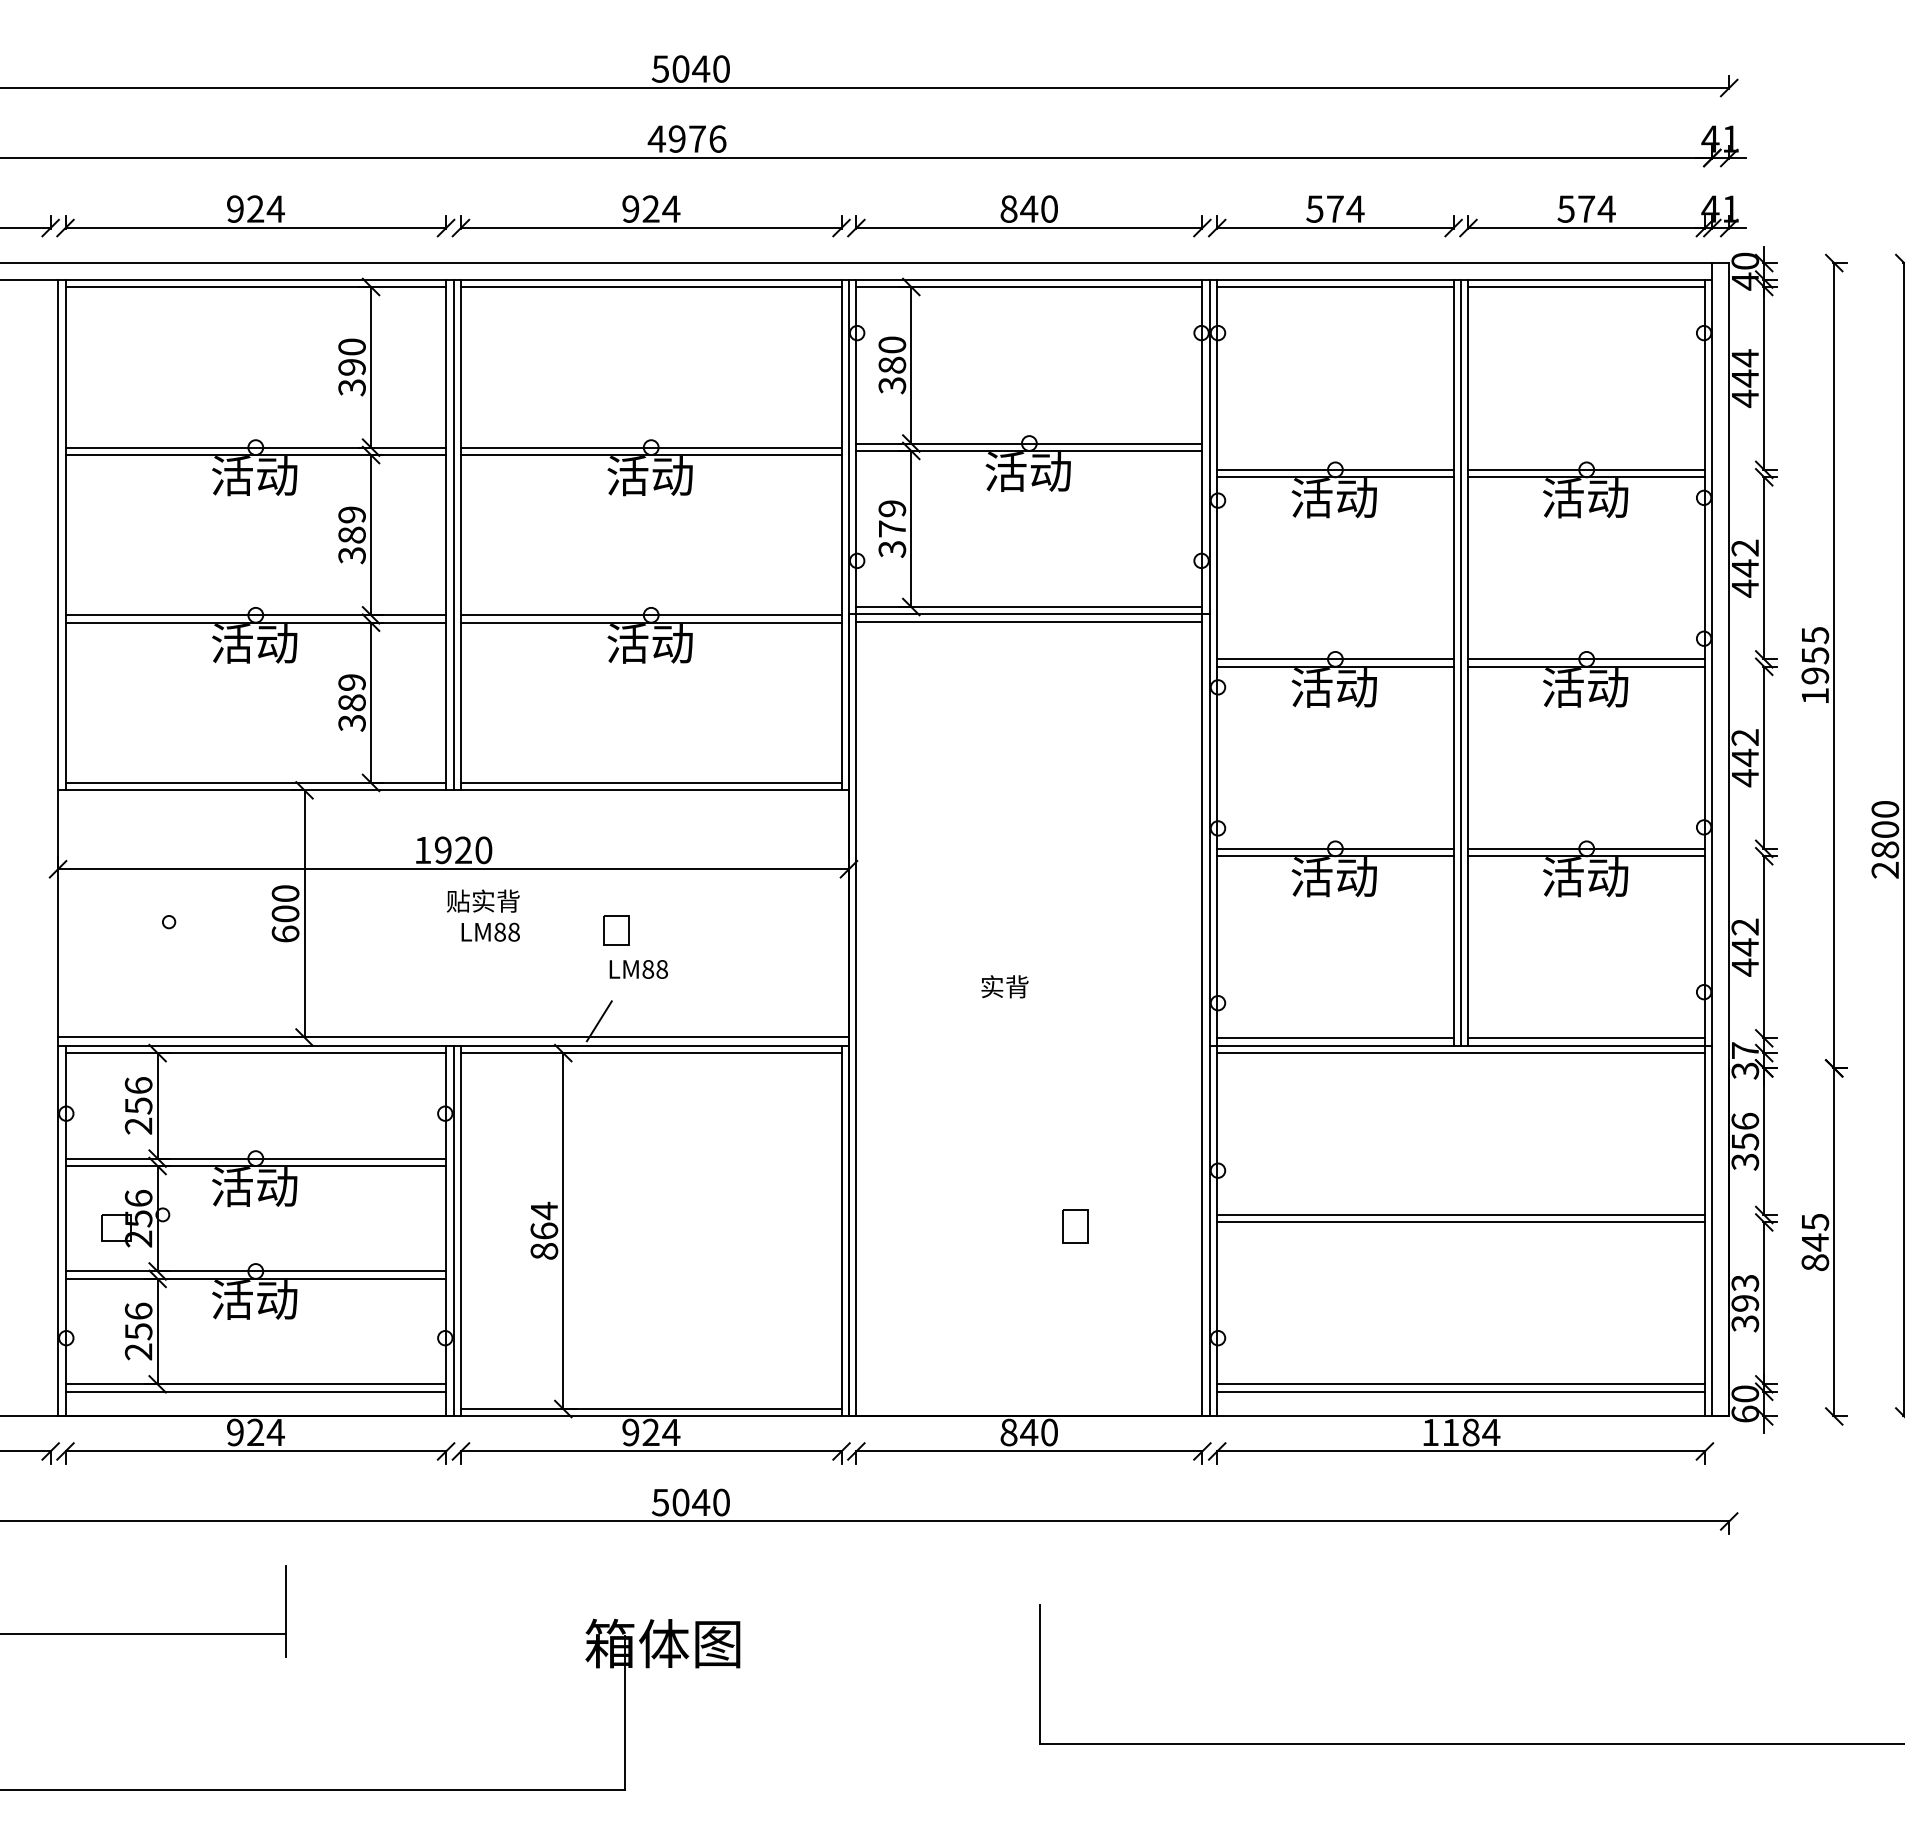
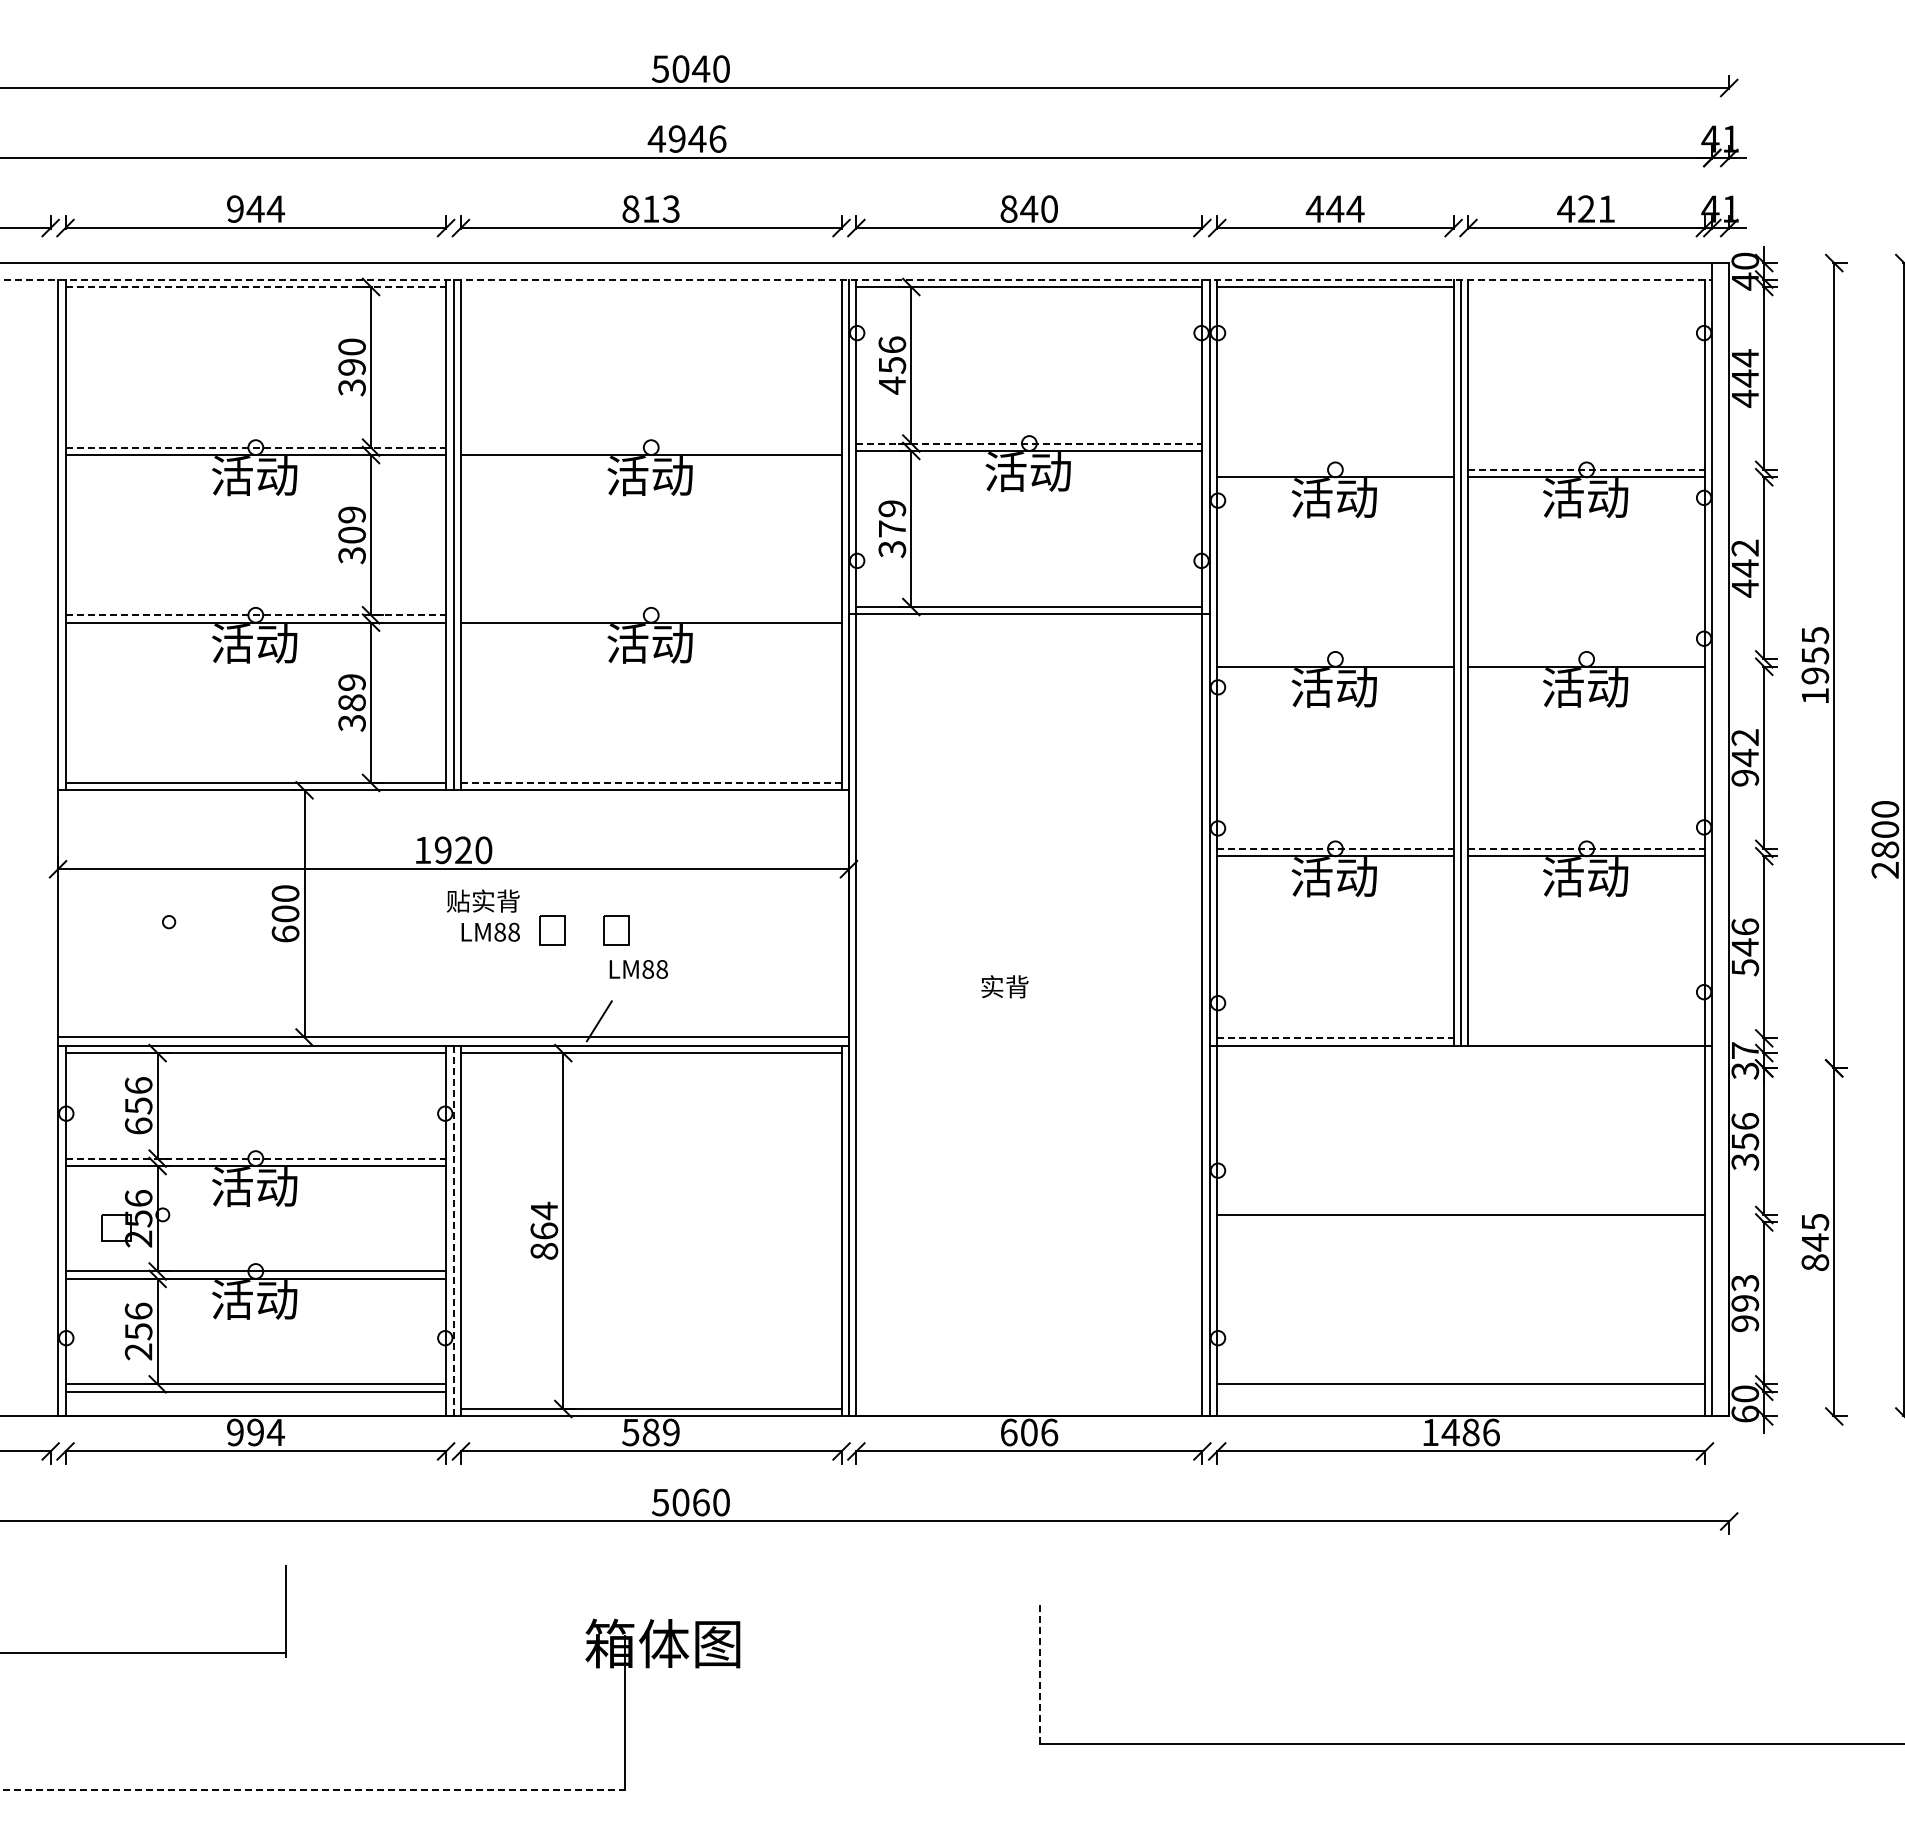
text at (697, 138): 4976 -> 4946
text at (255, 208): 924 -> 944
text at (651, 208): 924 -> 813
text at (1324, 208): 574 -> 444
text at (1586, 208): 574 -> 421
line at (856, 279): solid -> dashed
line at (256, 286): solid -> dashed
line at (650, 286): present -> none
line at (1586, 286): present -> none
text at (892, 365): 380 -> 456
line at (1029, 443): solid -> dashed
line at (256, 447): solid -> dashed
line at (650, 447): present -> none
line at (1335, 469): present -> none
line at (1587, 469): solid -> dashed
text at (351, 534): 389 -> 309
line at (256, 615): solid -> dashed
line at (650, 615): present -> none
line at (1029, 621): present -> none
line at (1335, 659): present -> none
line at (1586, 659): present -> none
text at (1745, 778): 442 -> 942
line at (651, 782): solid -> dashed
line at (1335, 848): solid -> dashed
line at (1587, 848): solid -> dashed
part at (552, 930): none -> present
text at (1745, 947): 442 -> 546
line at (1335, 1038): solid -> dashed
line at (1586, 1038): present -> none
line at (1460, 1053): present -> none
text at (138, 1125): 256 -> 656
line at (256, 1158): solid -> dashed
line at (1460, 1222): present -> none
part at (1075, 1226): present -> none
line at (453, 1230): solid -> dashed
text at (1745, 1323): 393 -> 993
line at (1460, 1391): present -> none
text at (255, 1432): 924 -> 994
text at (651, 1432): 924 -> 589
text at (1029, 1432): 840 -> 606
text at (1470, 1432): 1184 -> 1486
text at (701, 1502): 5040 -> 5060
line at (144, 1633) position: (144, 1633) -> (144, 1652)
line at (1040, 1675): solid -> dashed
line at (313, 1789): solid -> dashed
